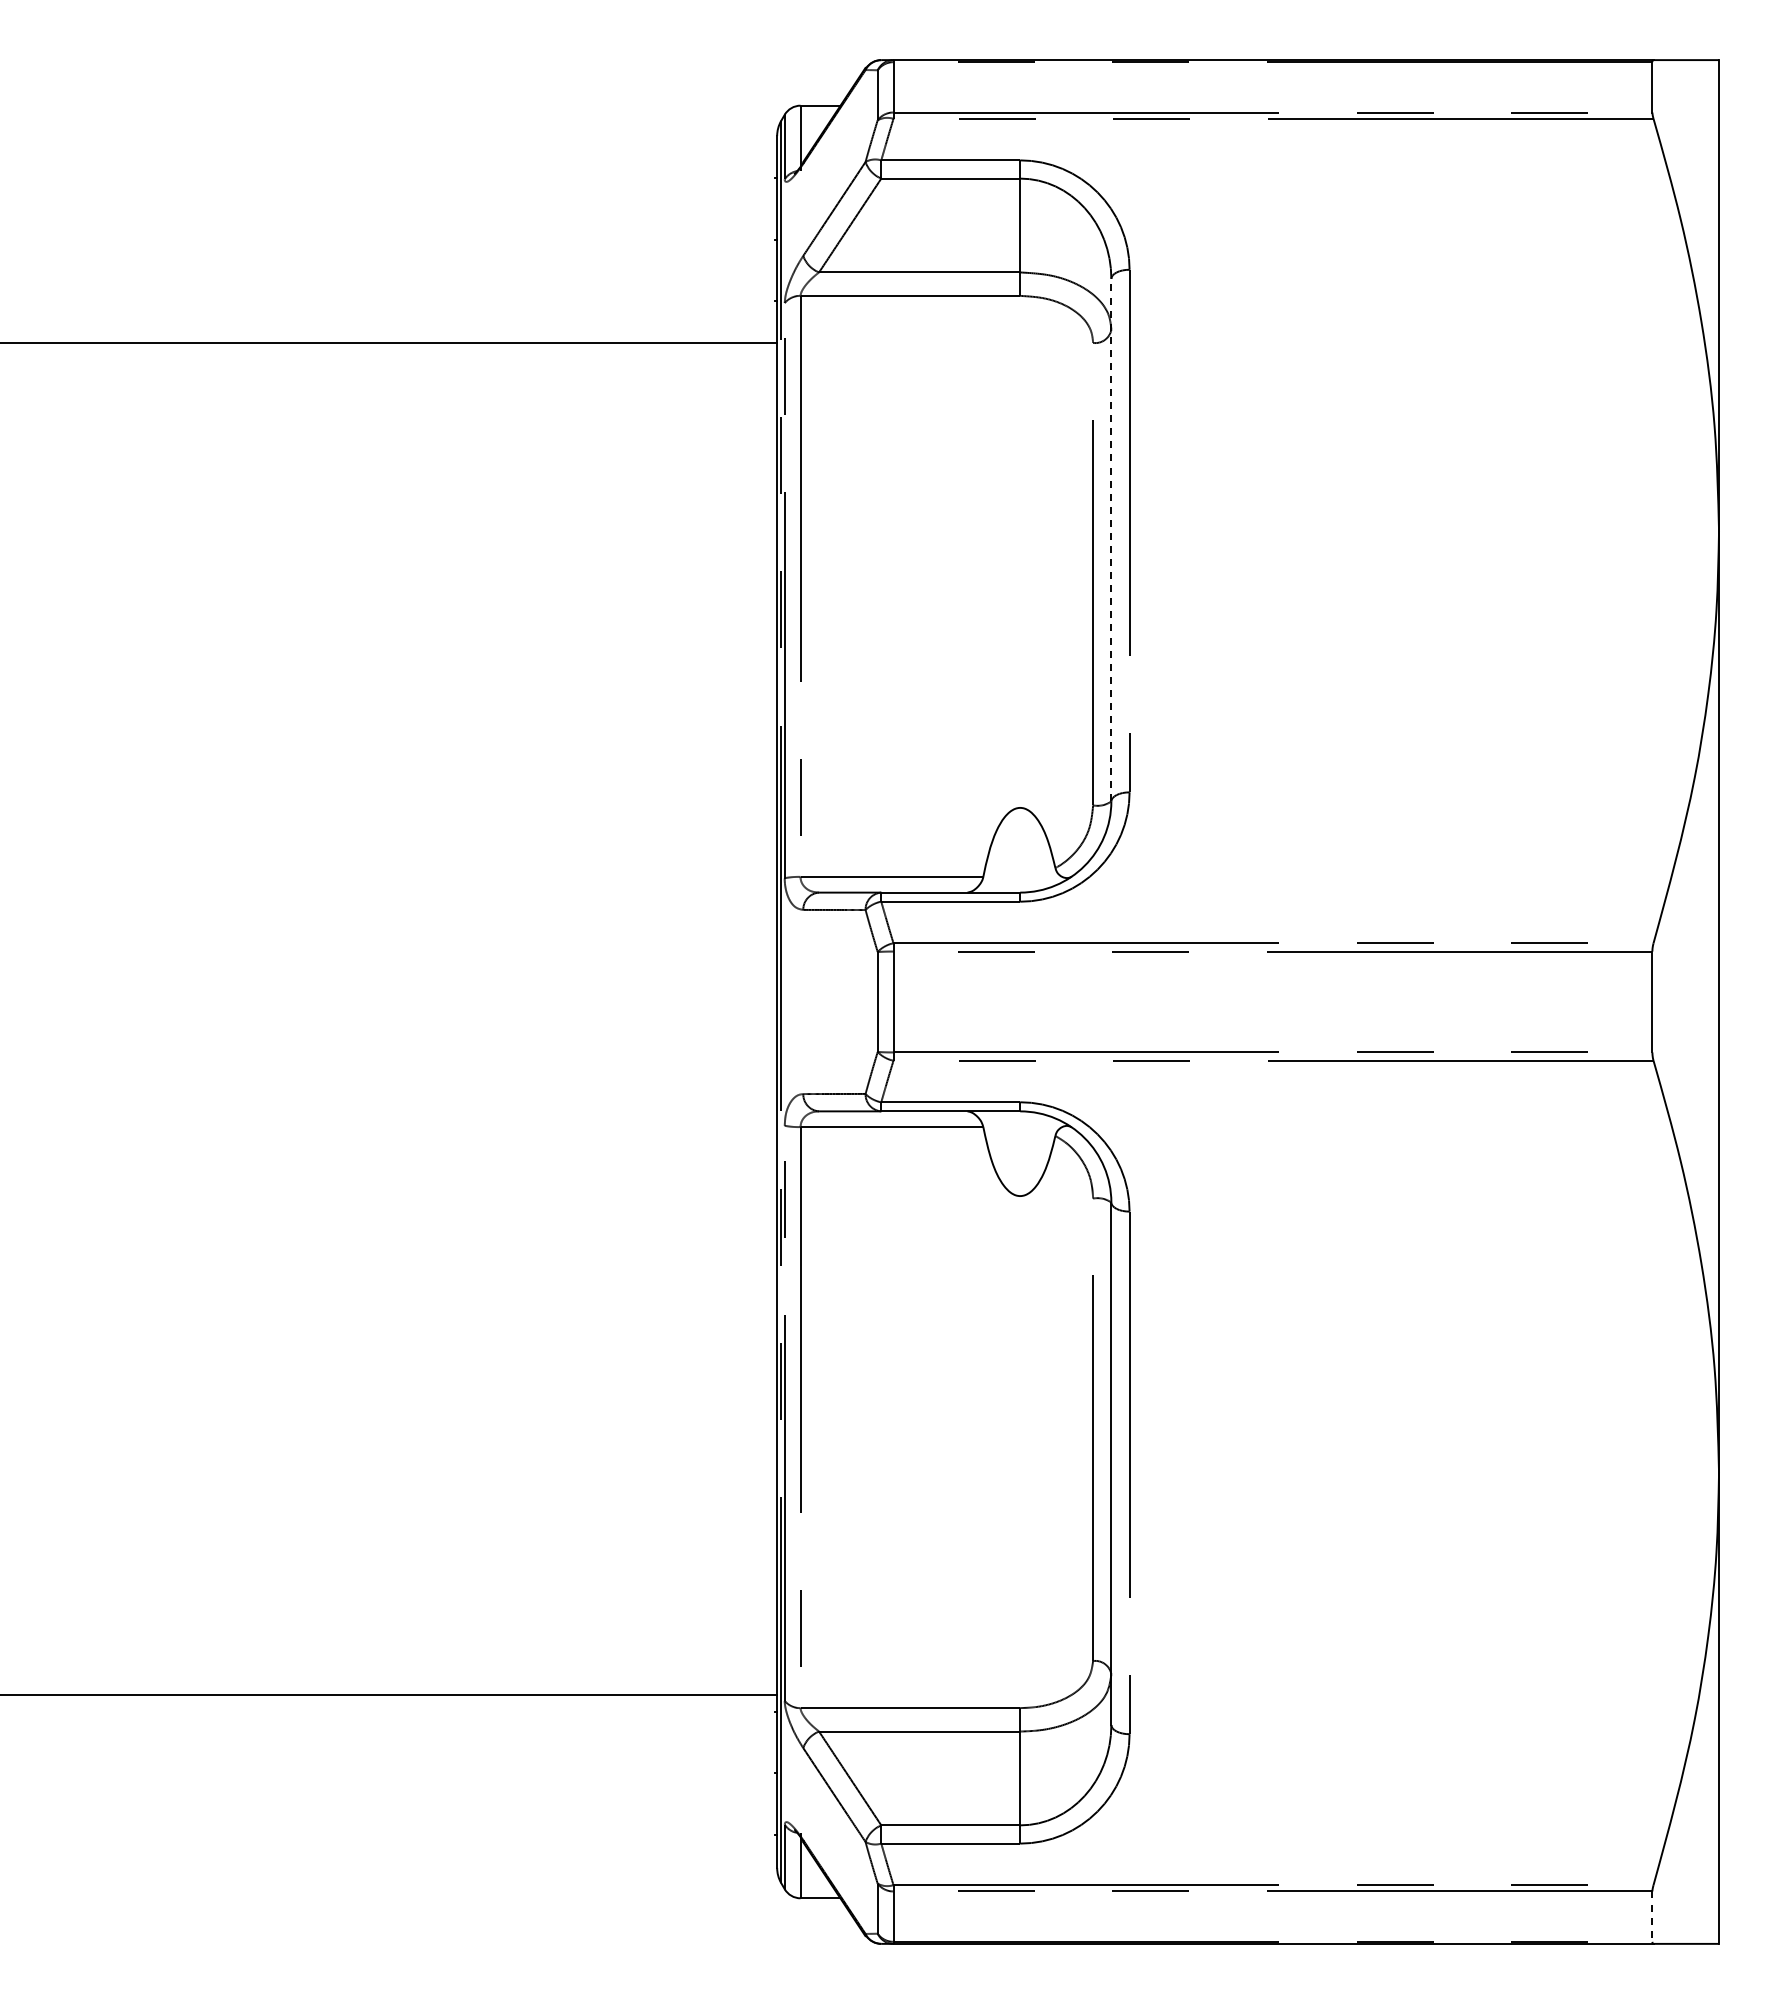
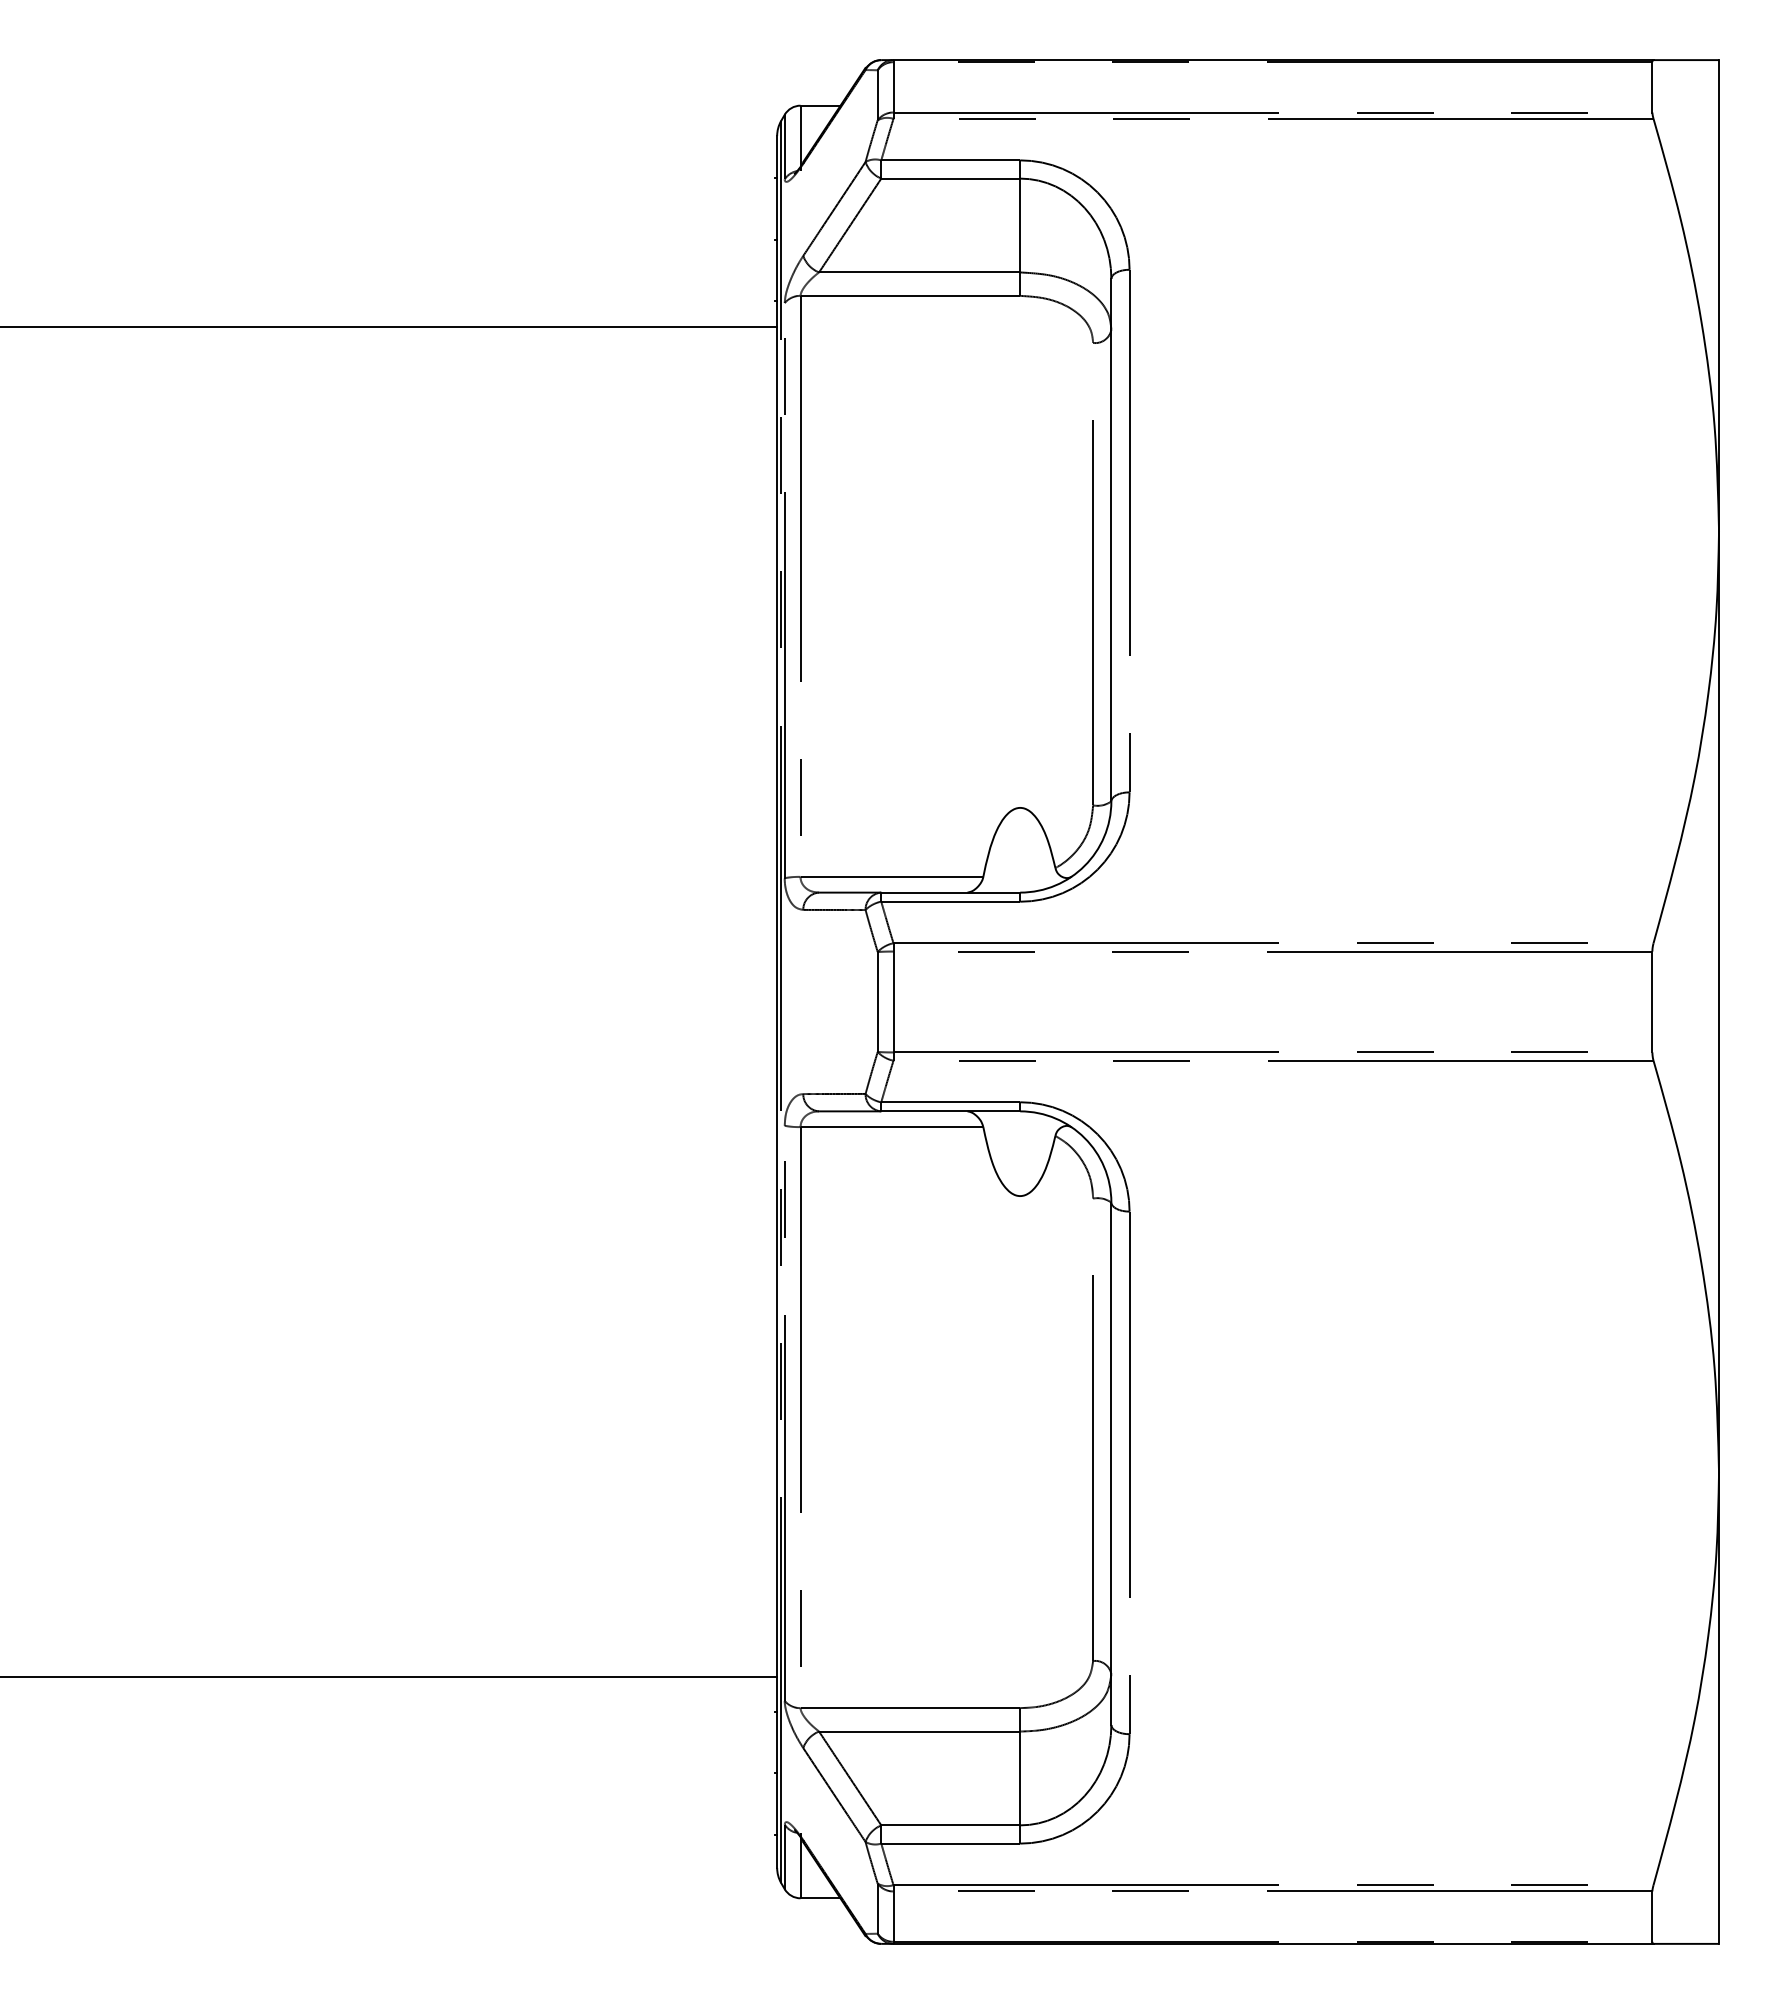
line at (389, 343) position: (389, 343) -> (389, 327)
line at (1111, 539): dashed -> solid
line at (389, 1694) position: (389, 1694) -> (389, 1676)
line at (1652, 1917): dashed -> solid
